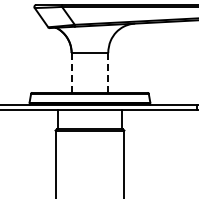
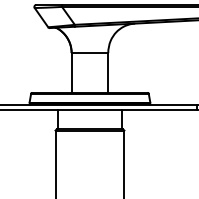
line at (71, 72): dashed -> solid
line at (108, 72): dashed -> solid
